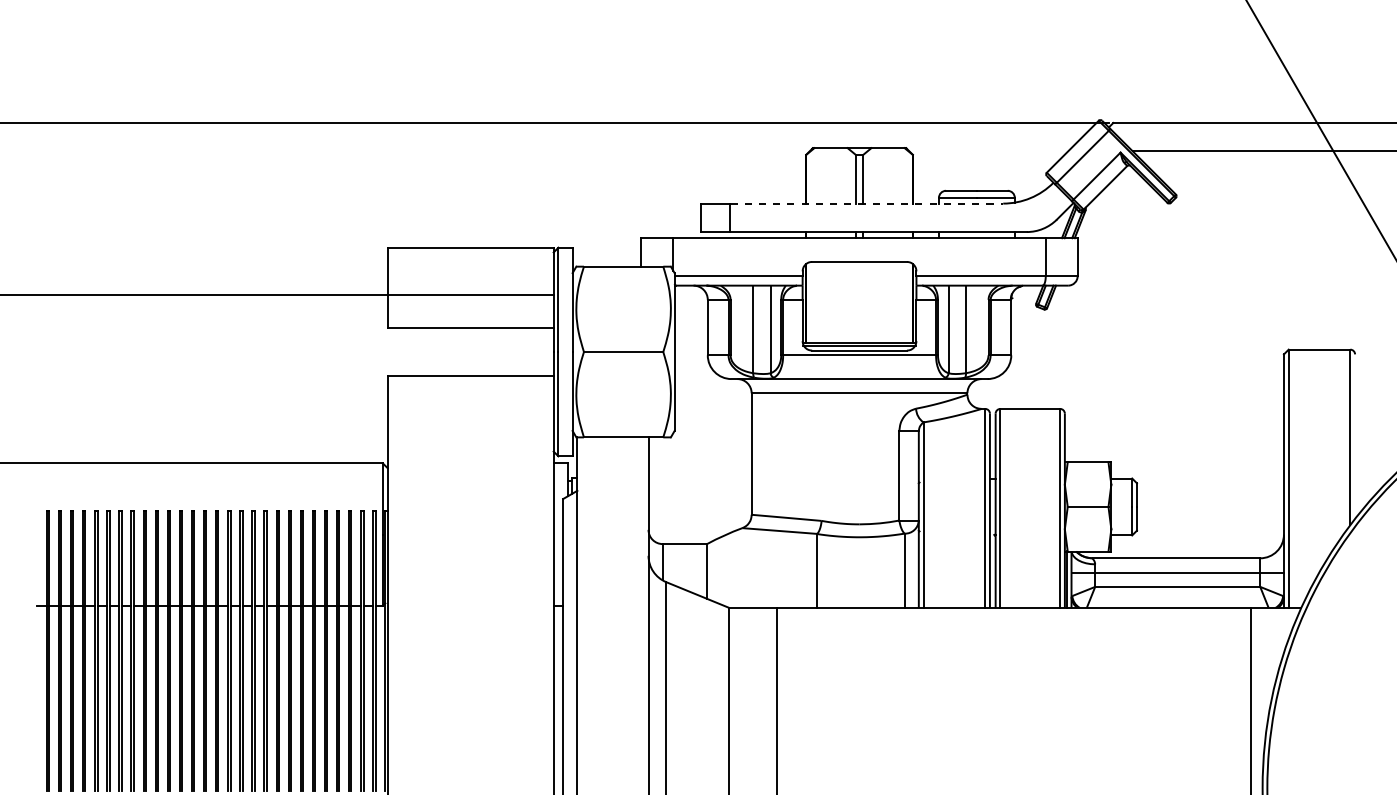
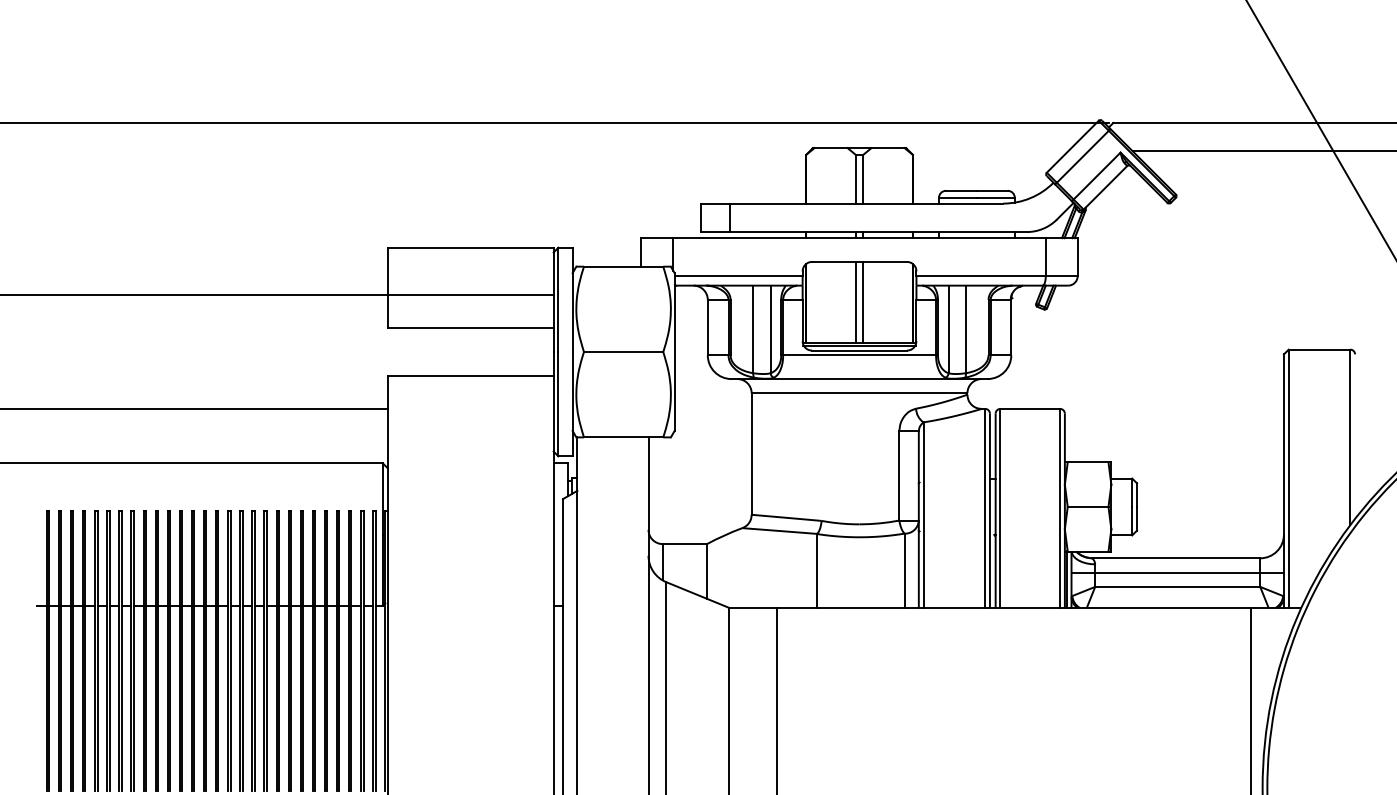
line at (867, 203): dashed -> solid
line at (855, 302): none -> present
line at (863, 302): none -> present
line at (194, 408): none -> present
